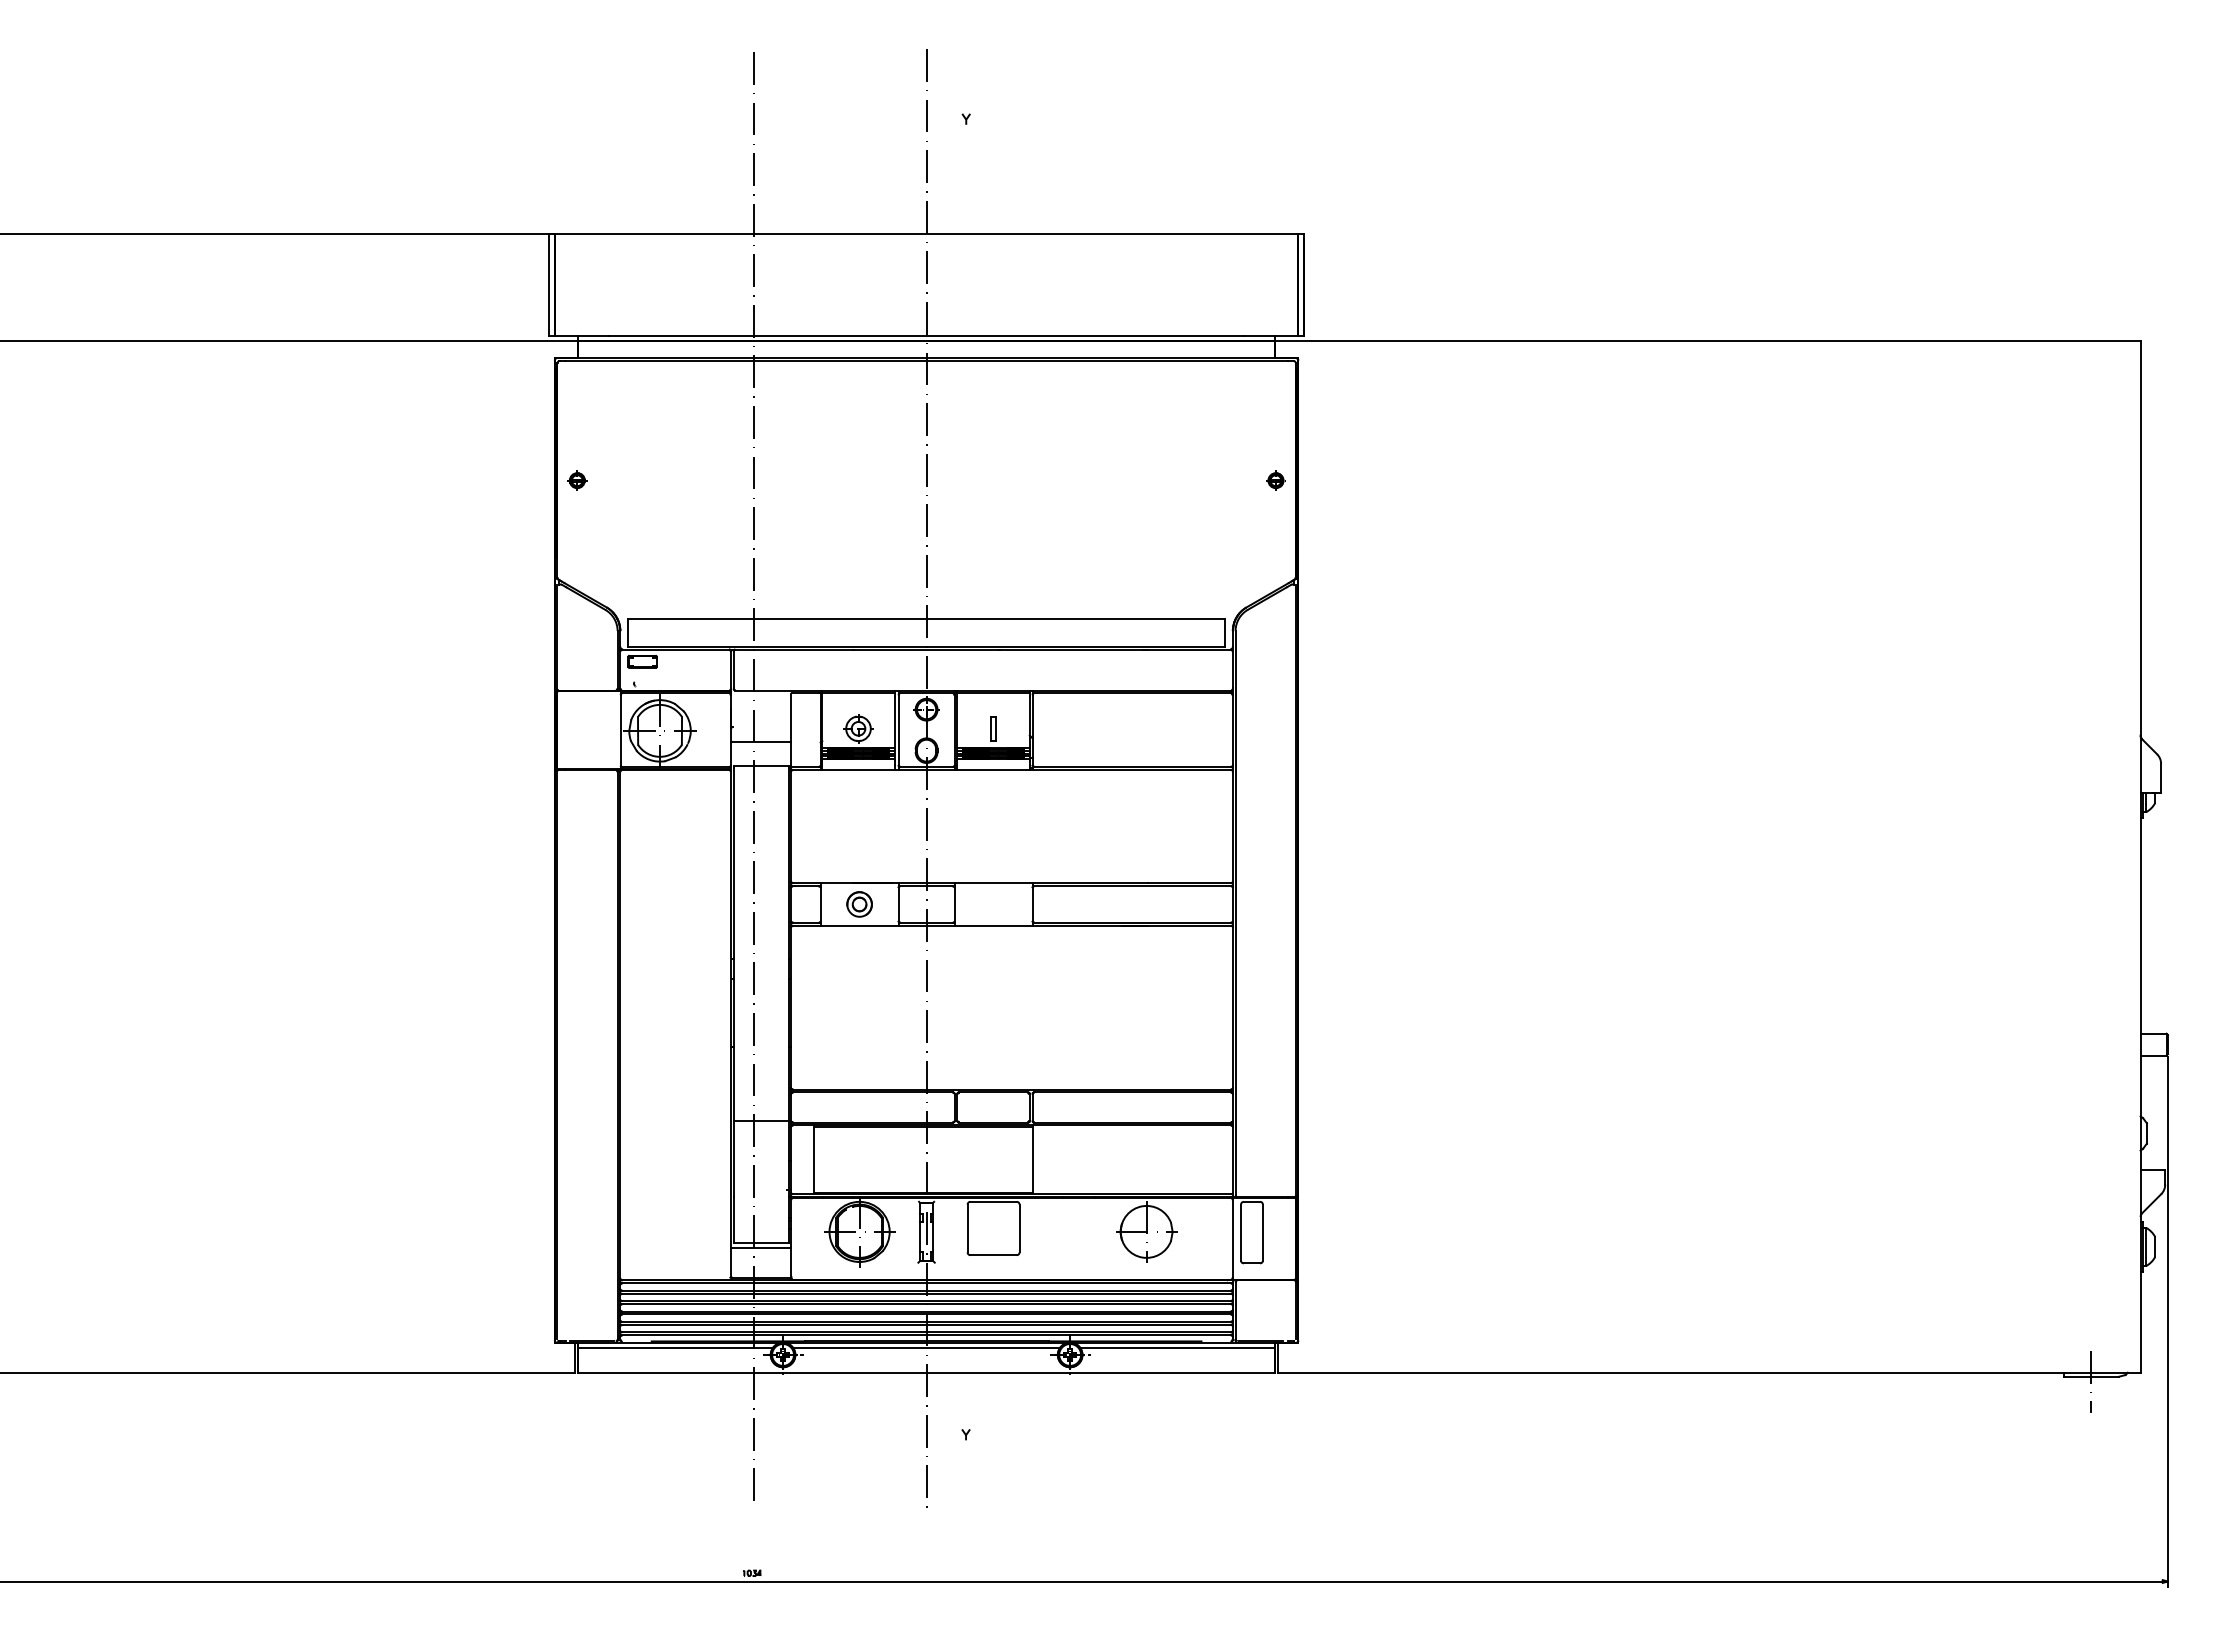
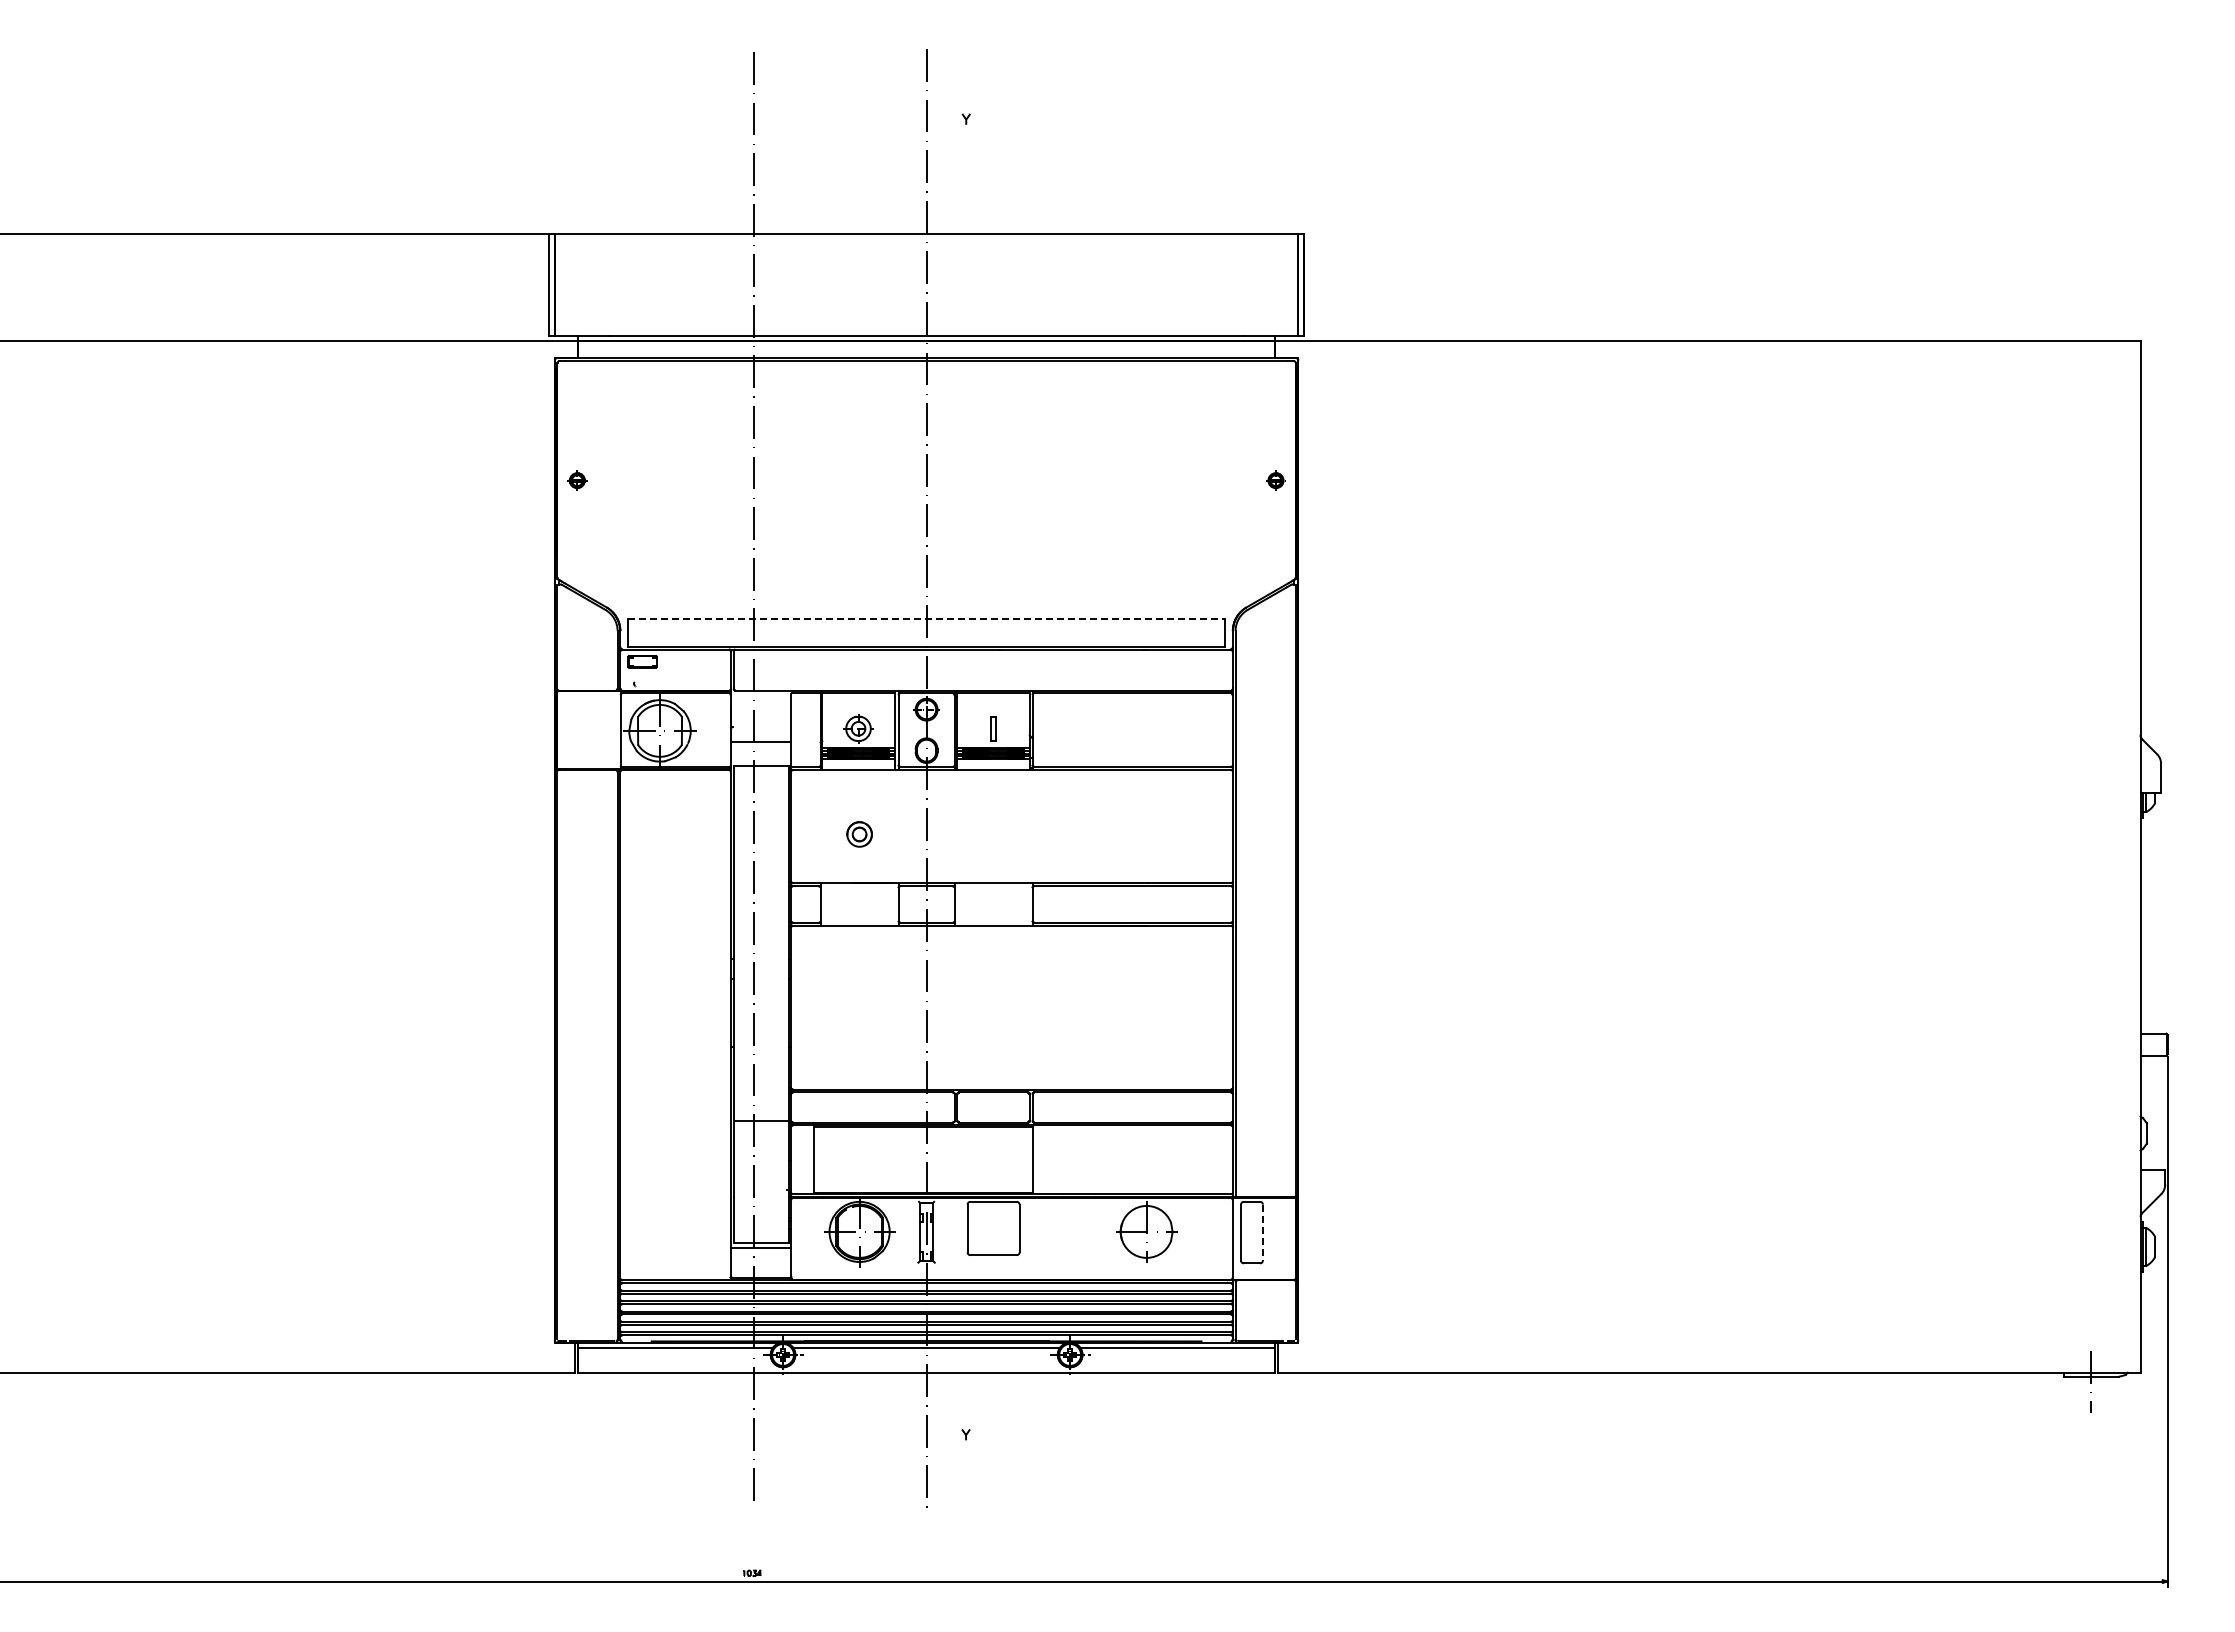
line at (926, 618): solid -> dashed
part at (859, 904) position: (859, 904) -> (859, 834)
line at (1262, 1233): solid -> dashed
